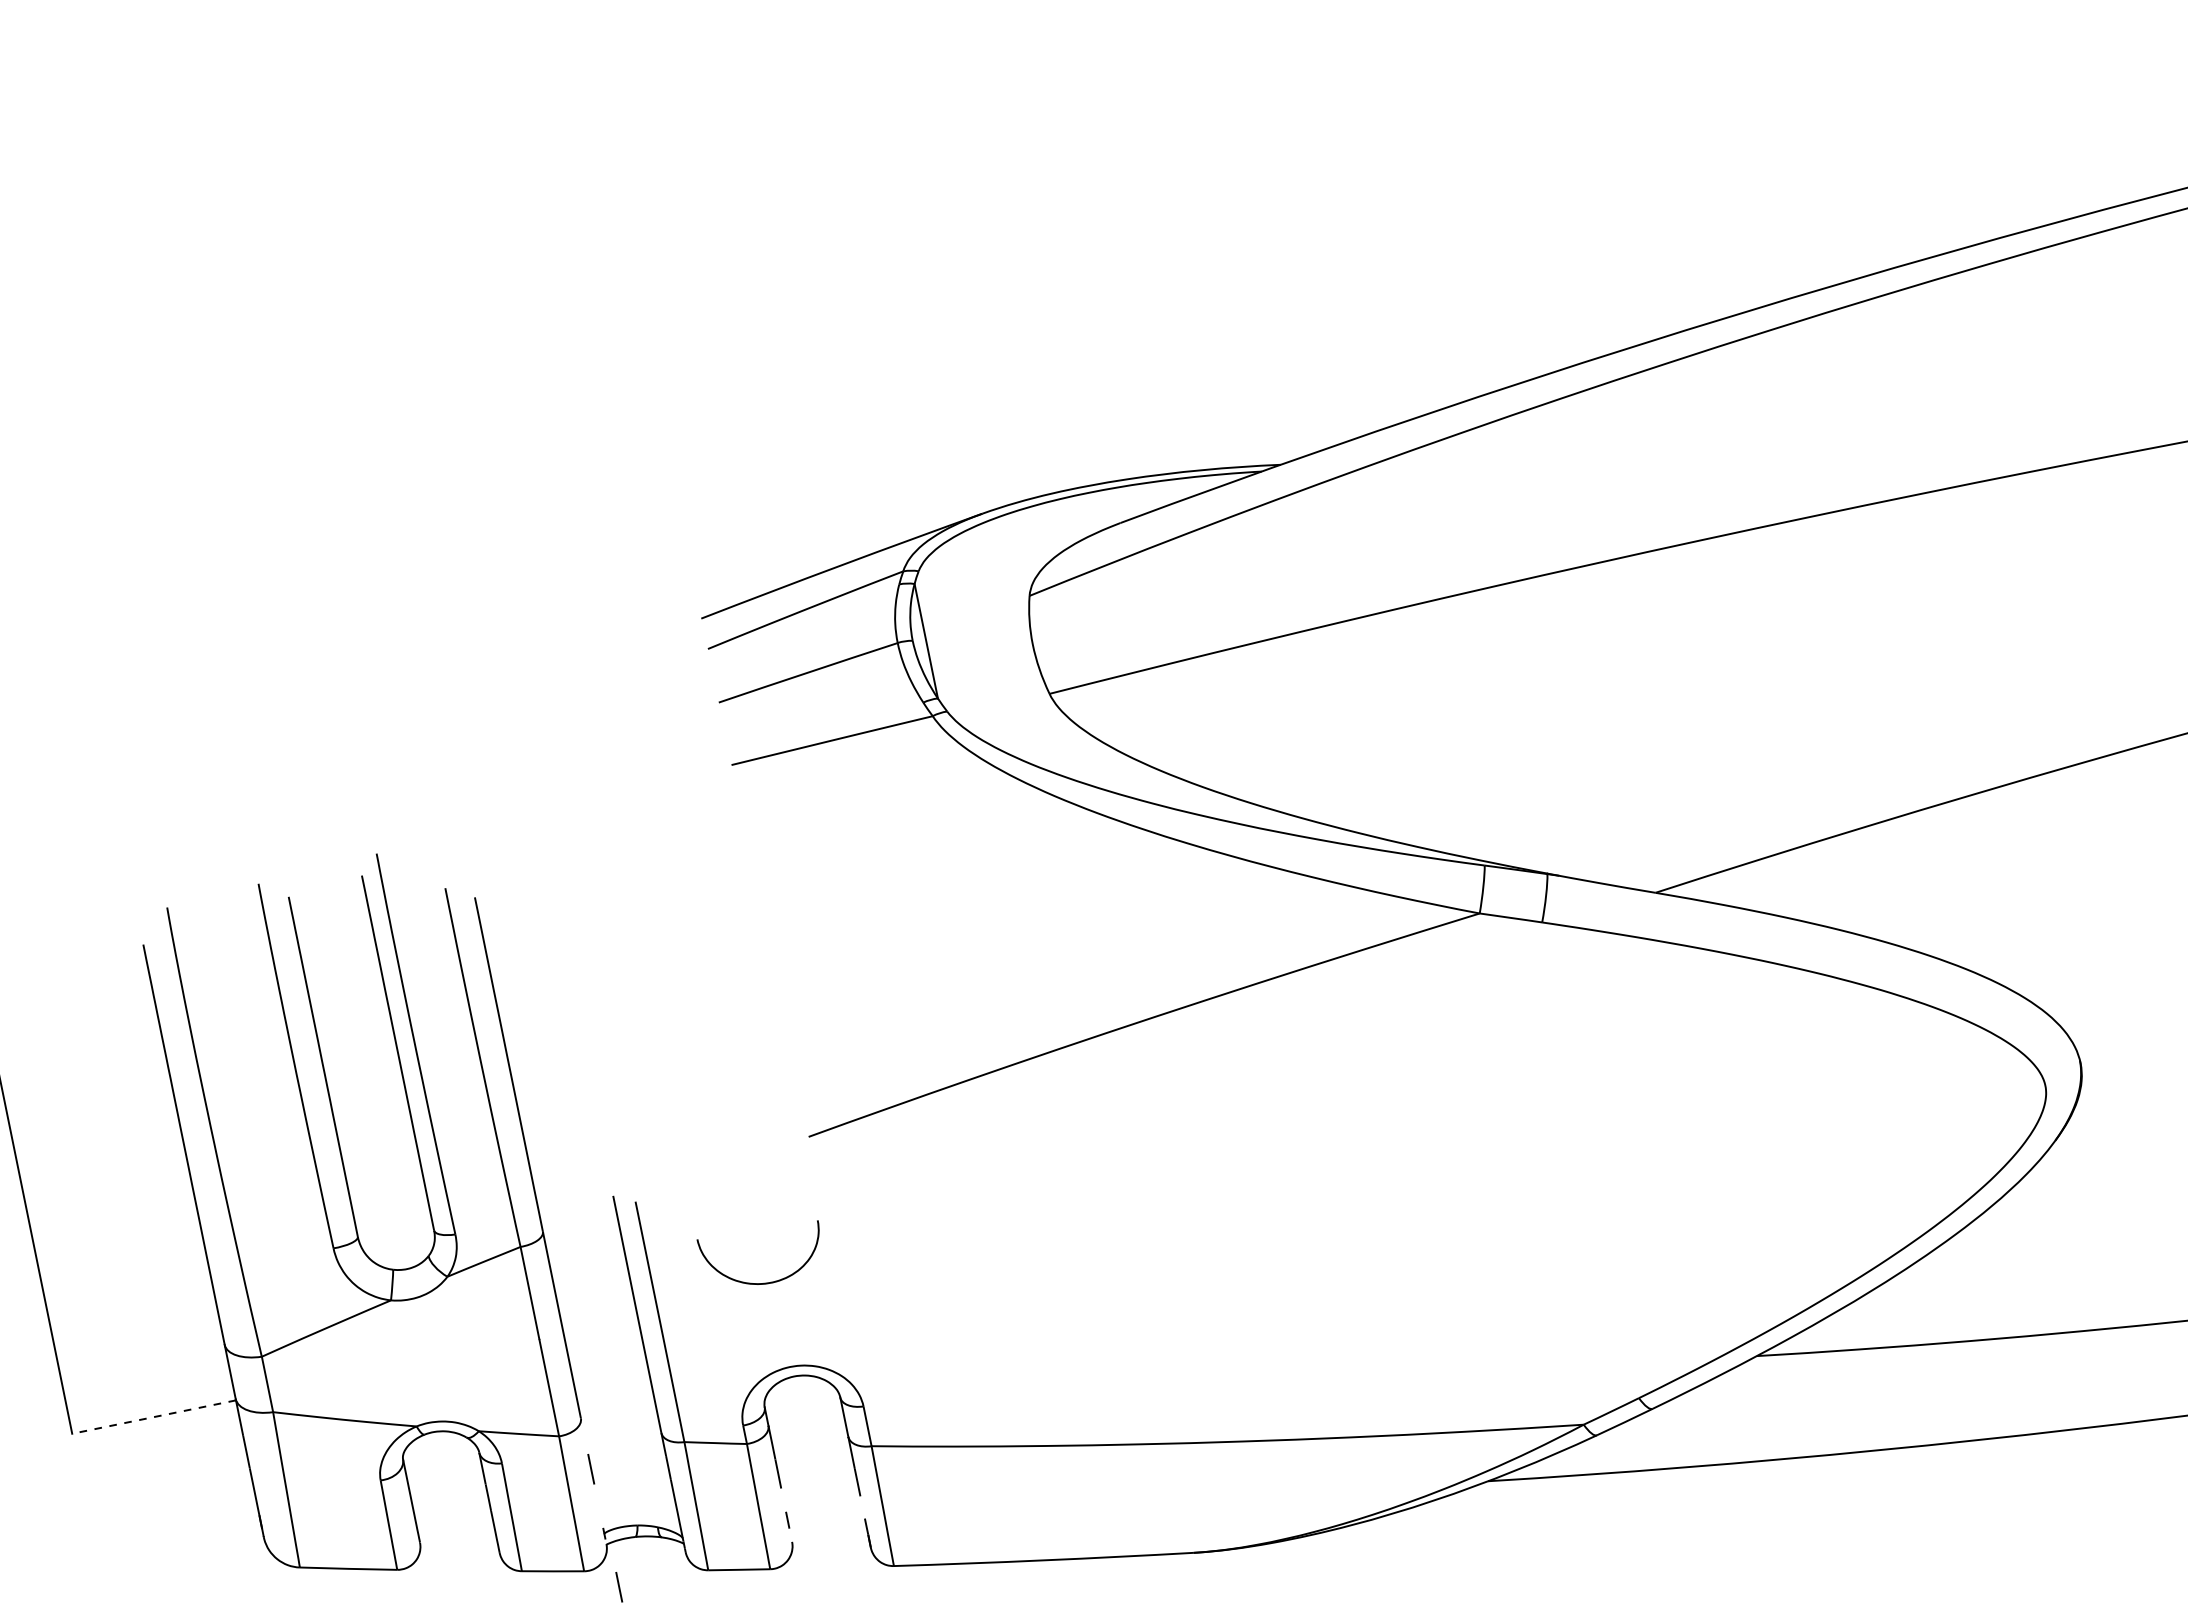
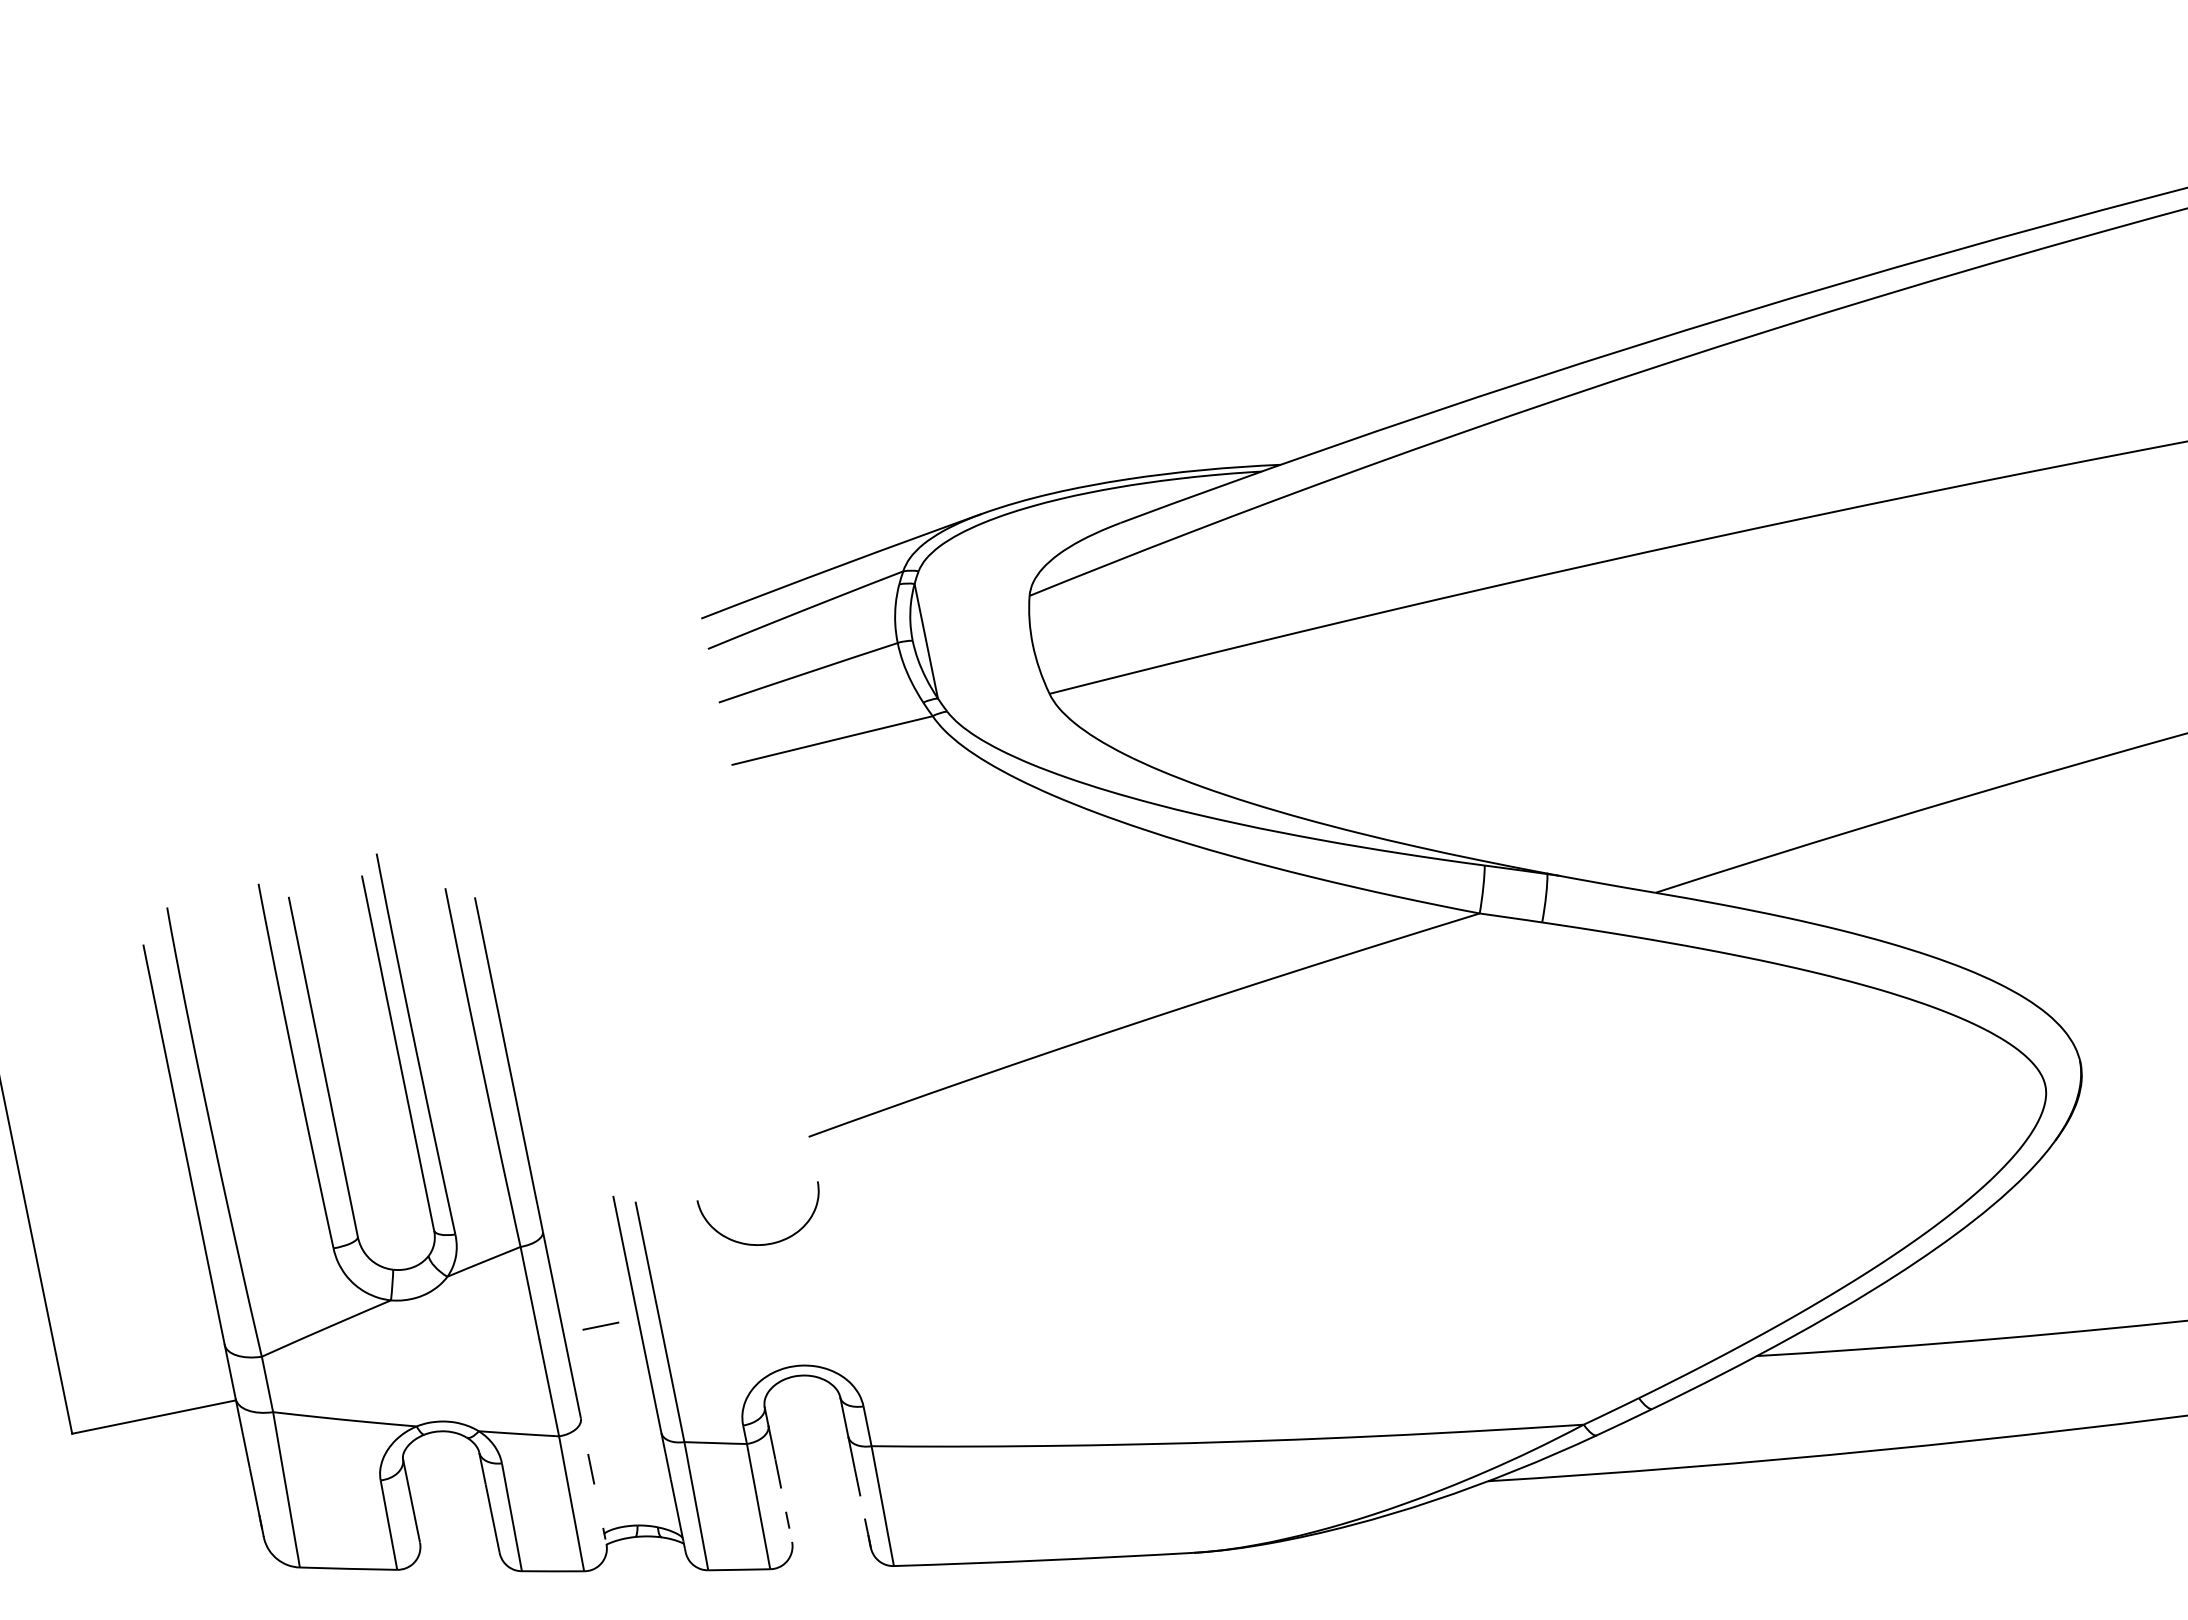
curve at (750, 1282) position: (750, 1282) -> (750, 1243)
line at (600, 1325): none -> present
line at (154, 1417): dashed -> solid
line at (619, 1587): present -> none
